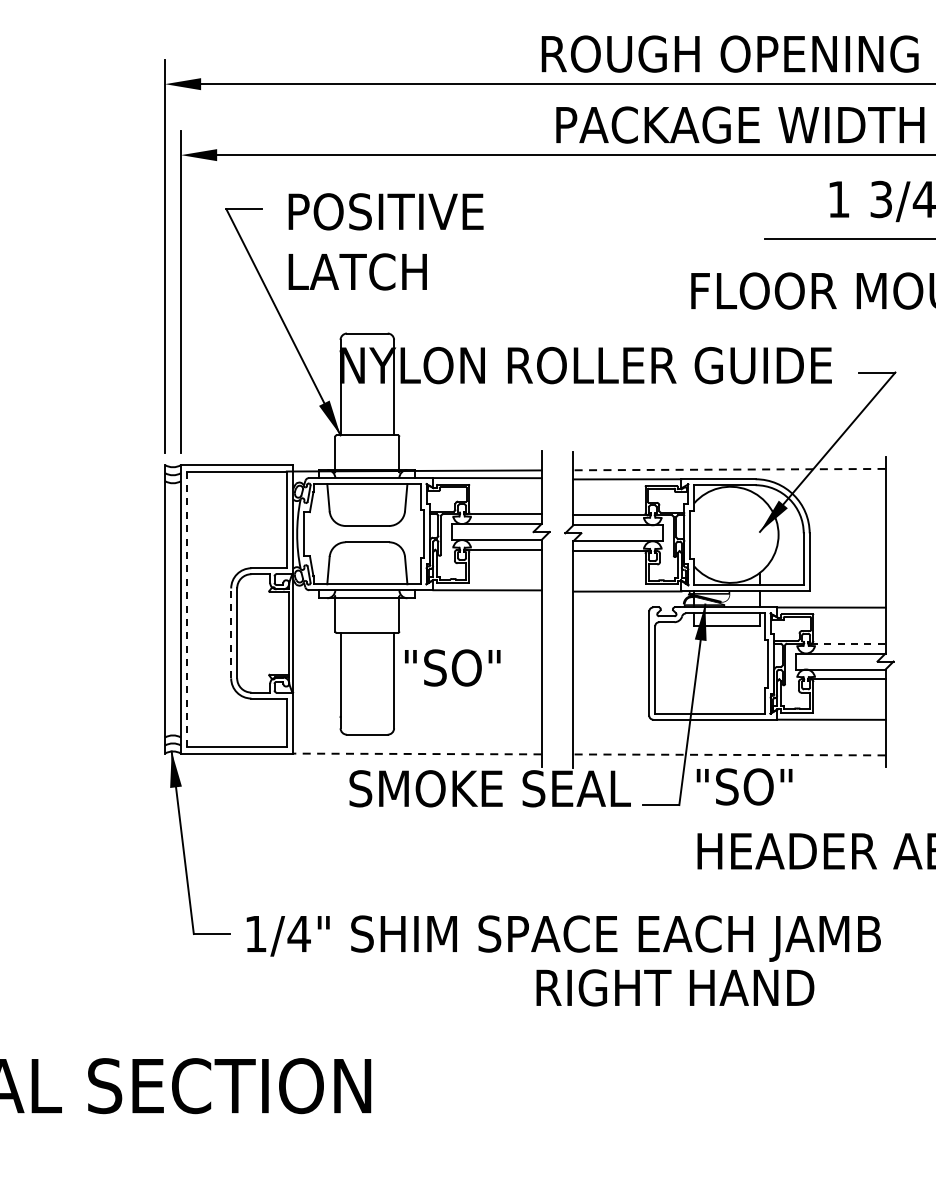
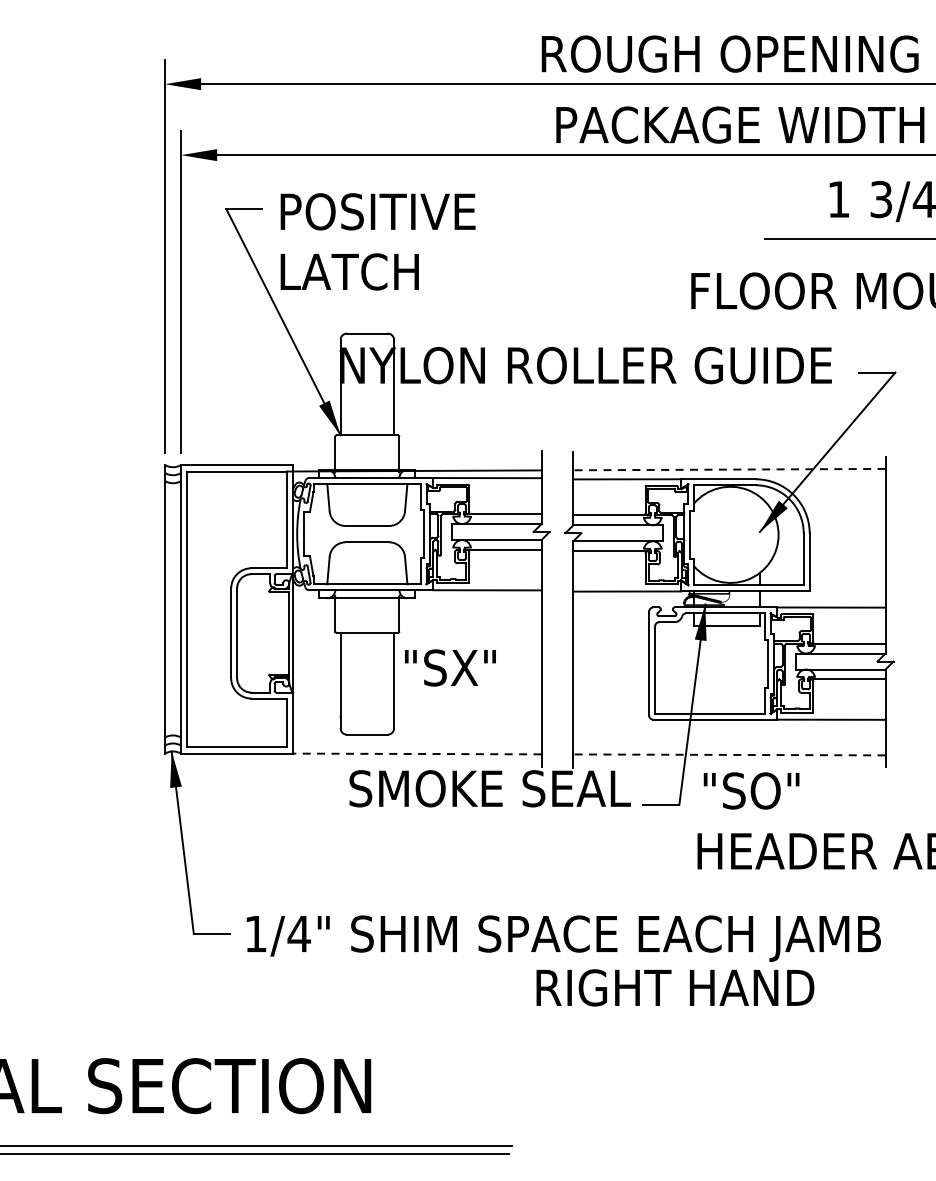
text at (385, 241) position: (385, 241) -> (377, 241)
line at (187, 609): dashed -> solid
line at (231, 633): dashed -> solid
line at (848, 643): dashed -> solid
text at (475, 667): "SO" -> "SX"
text at (744, 786) position: (744, 786) -> (751, 790)
line at (256, 1145): none -> present
line at (255, 1153): none -> present
